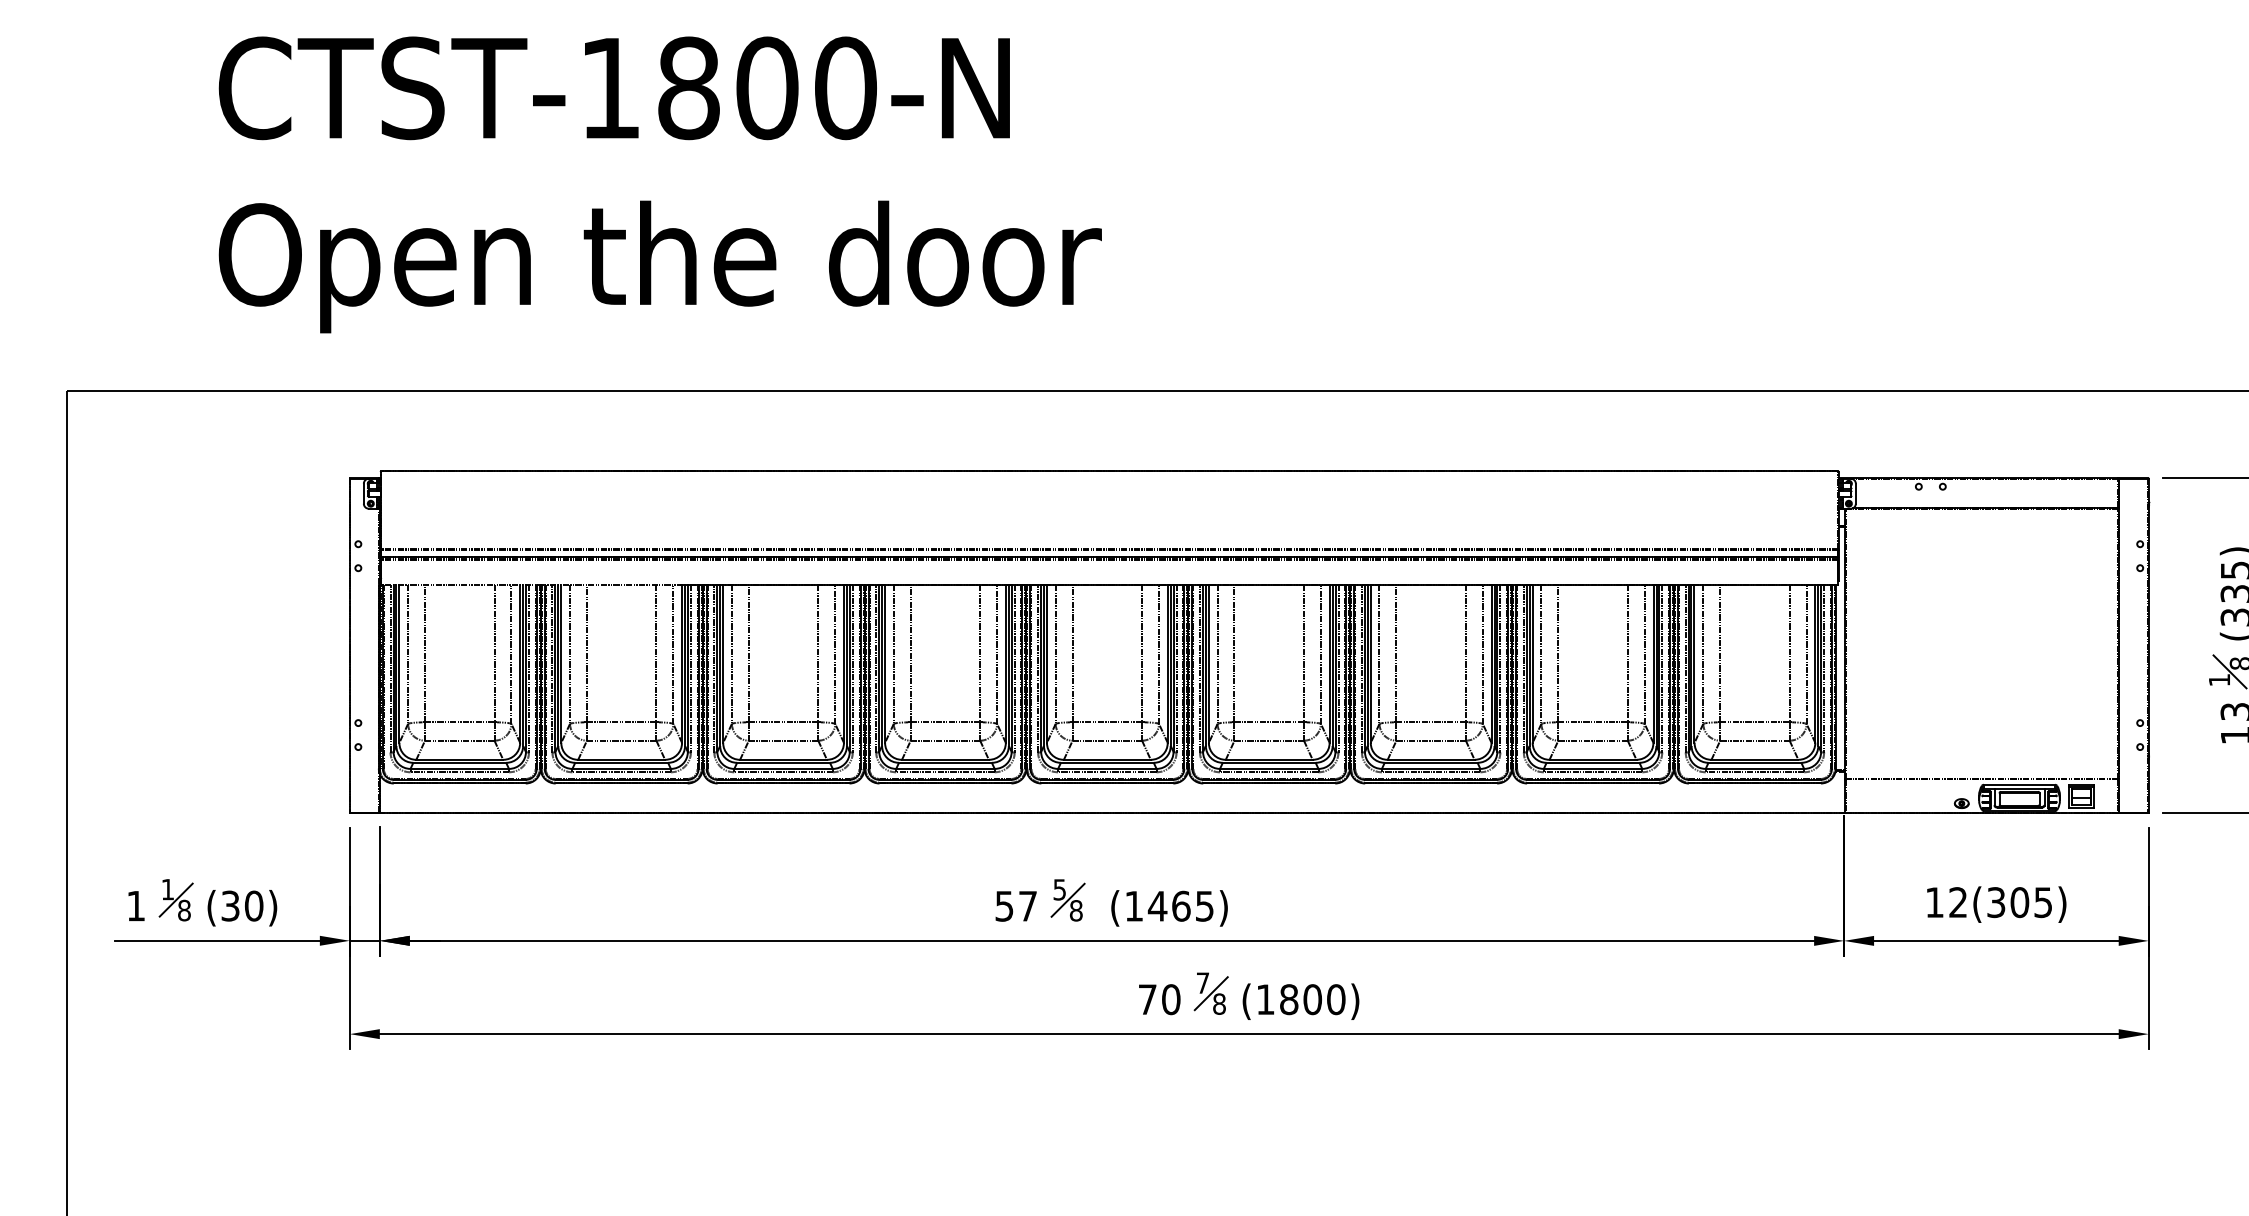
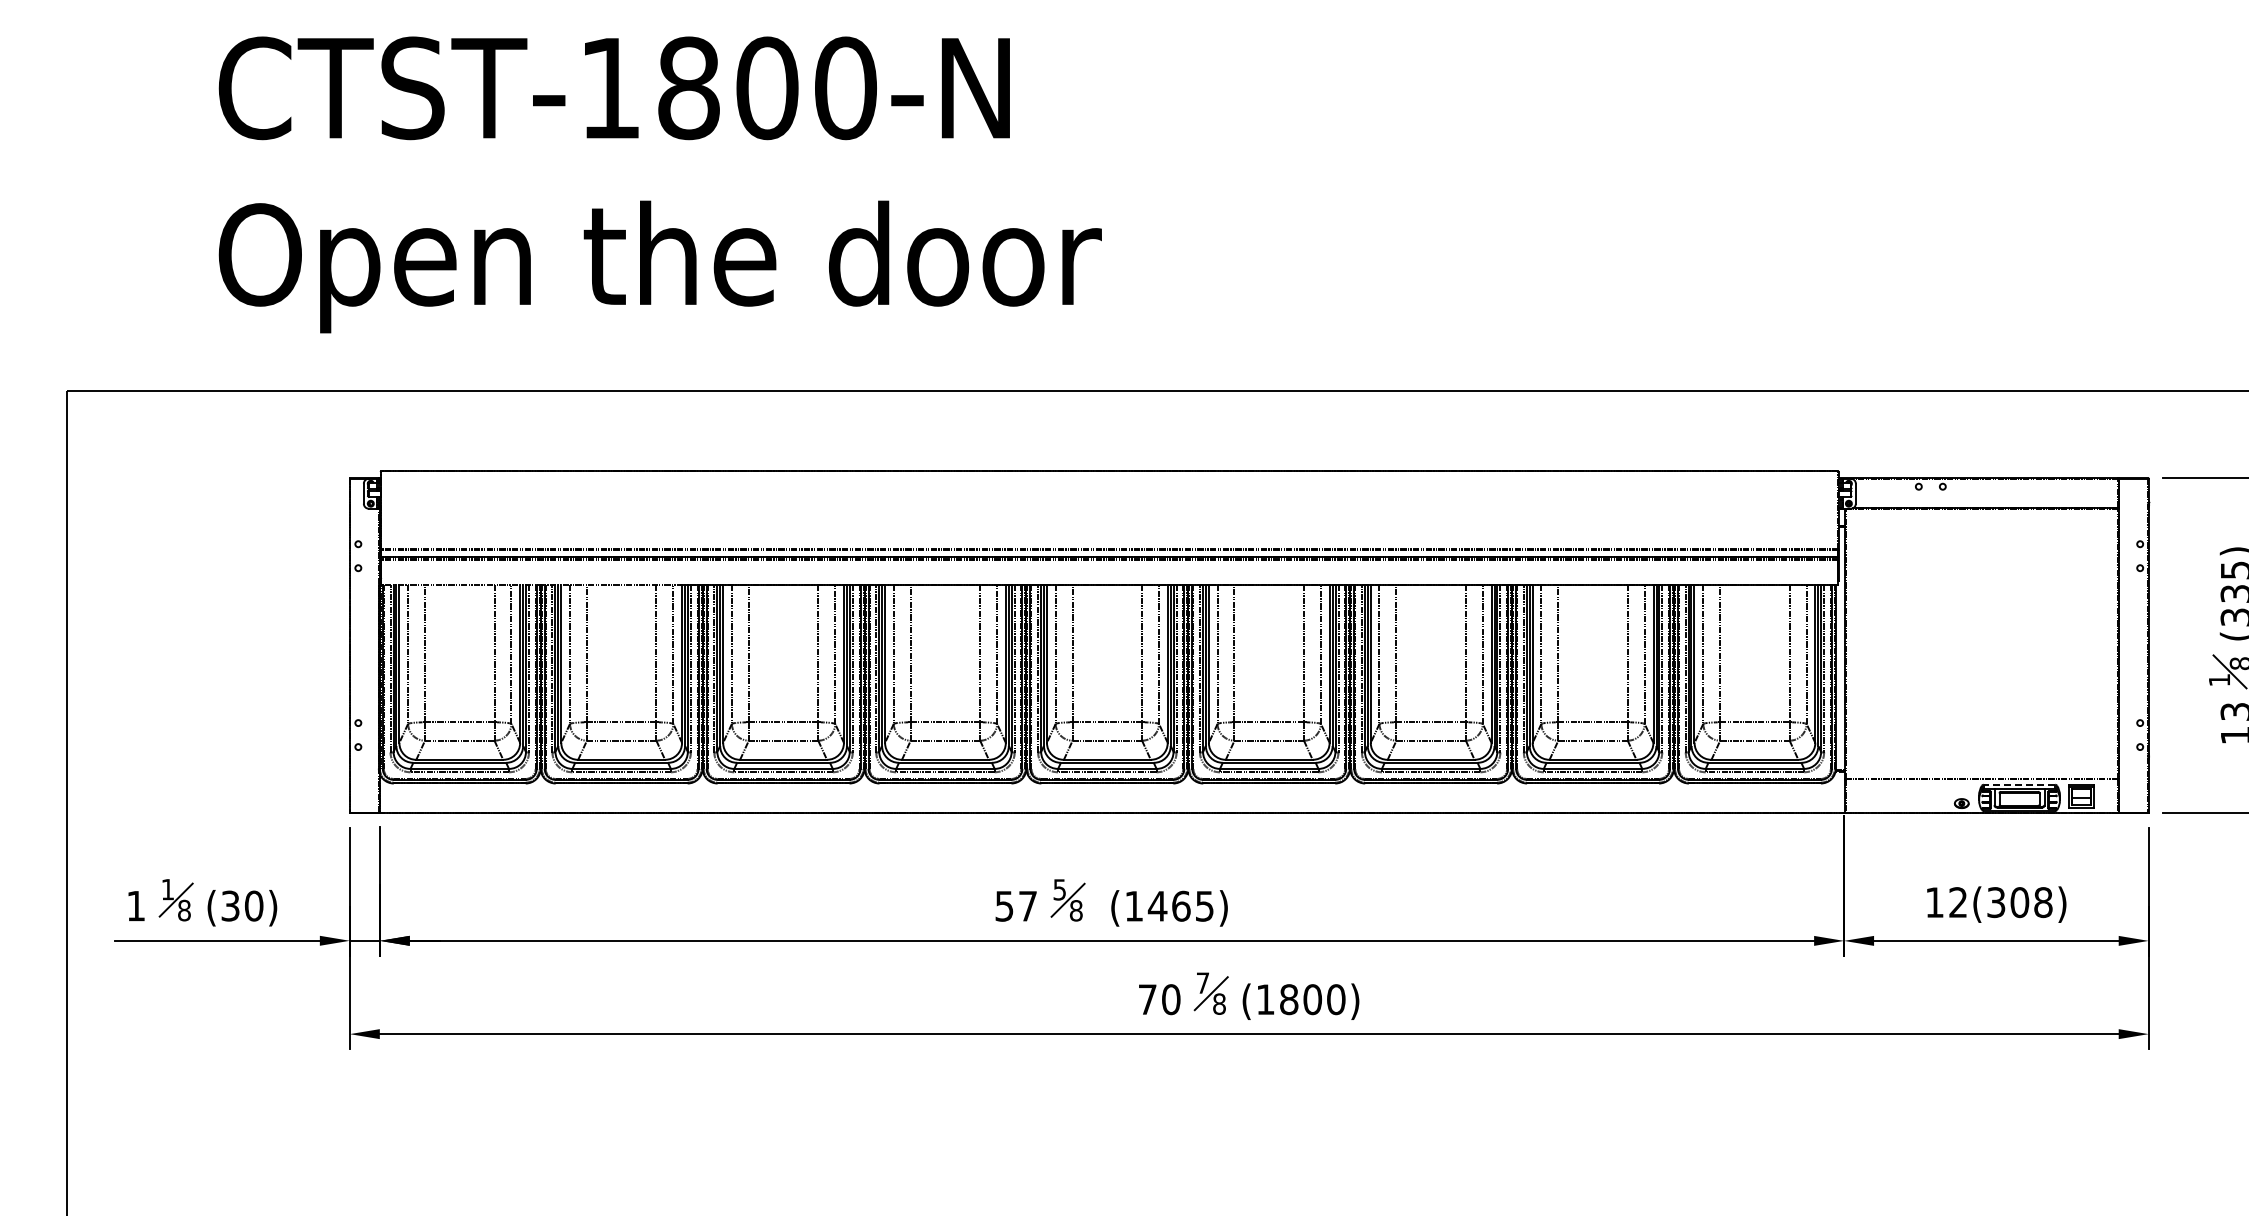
line at (2019, 784): solid -> dashed
text at (2043, 902): 12(305) -> 12(308)
